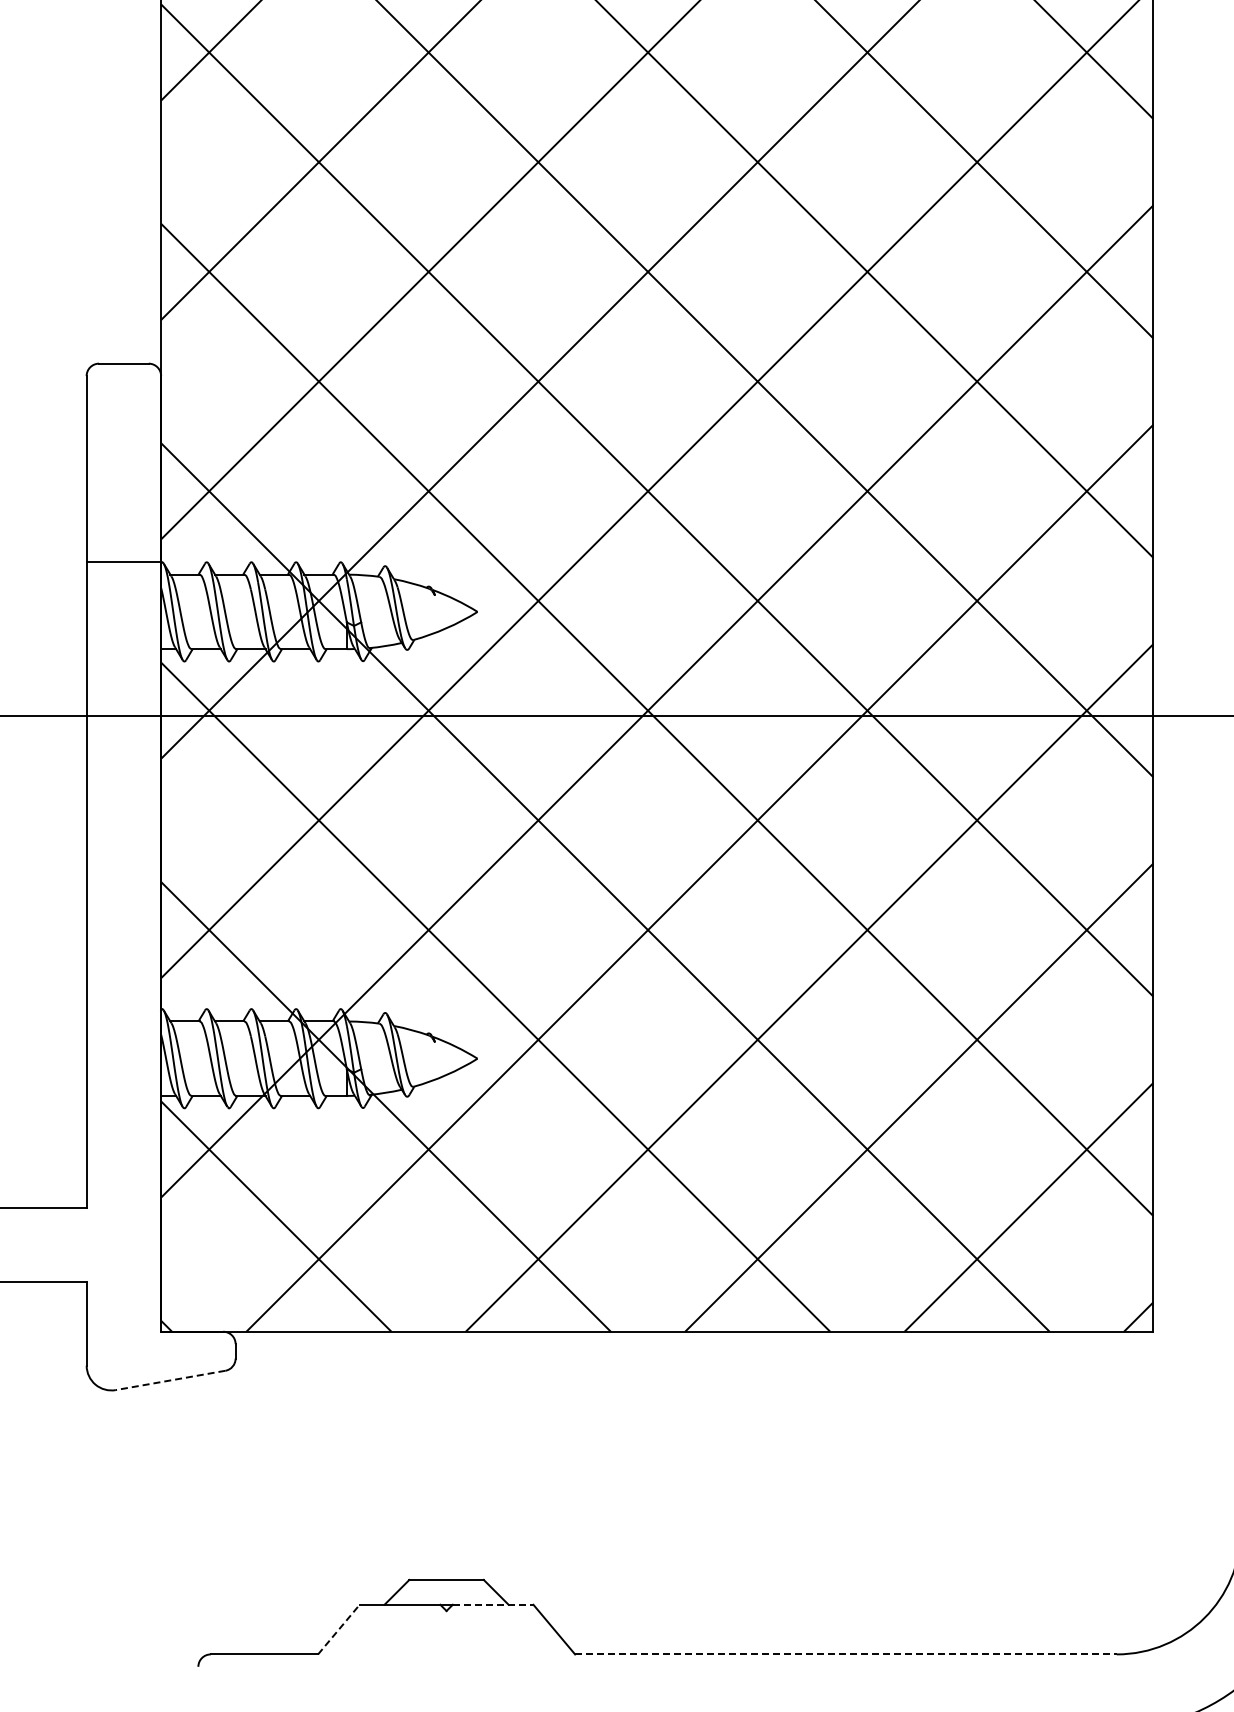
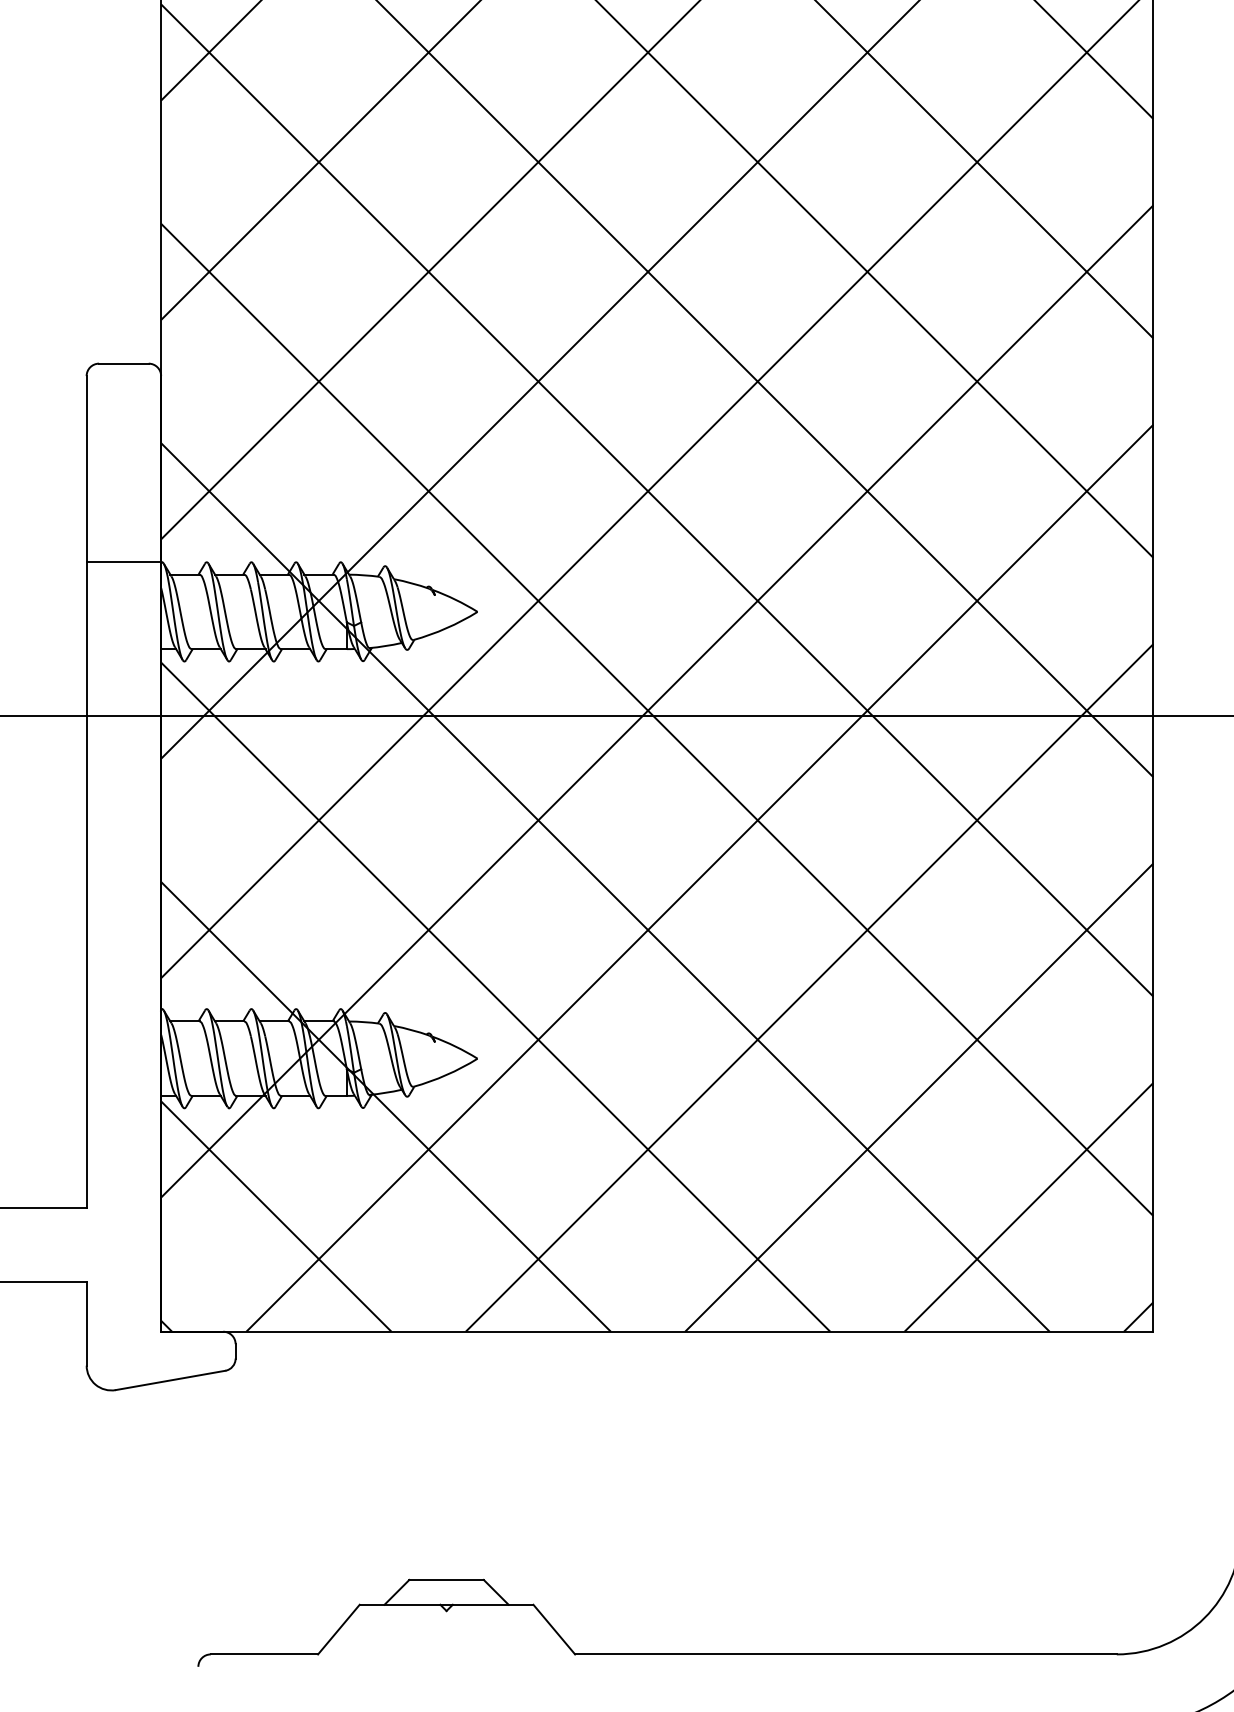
line at (170, 1380): dashed -> solid
line at (493, 1604): dashed -> solid
line at (339, 1629): dashed -> solid
line at (845, 1654): dashed -> solid
